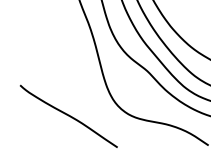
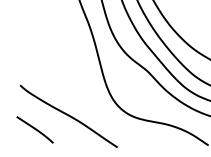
curve at (34, 129): none -> present
